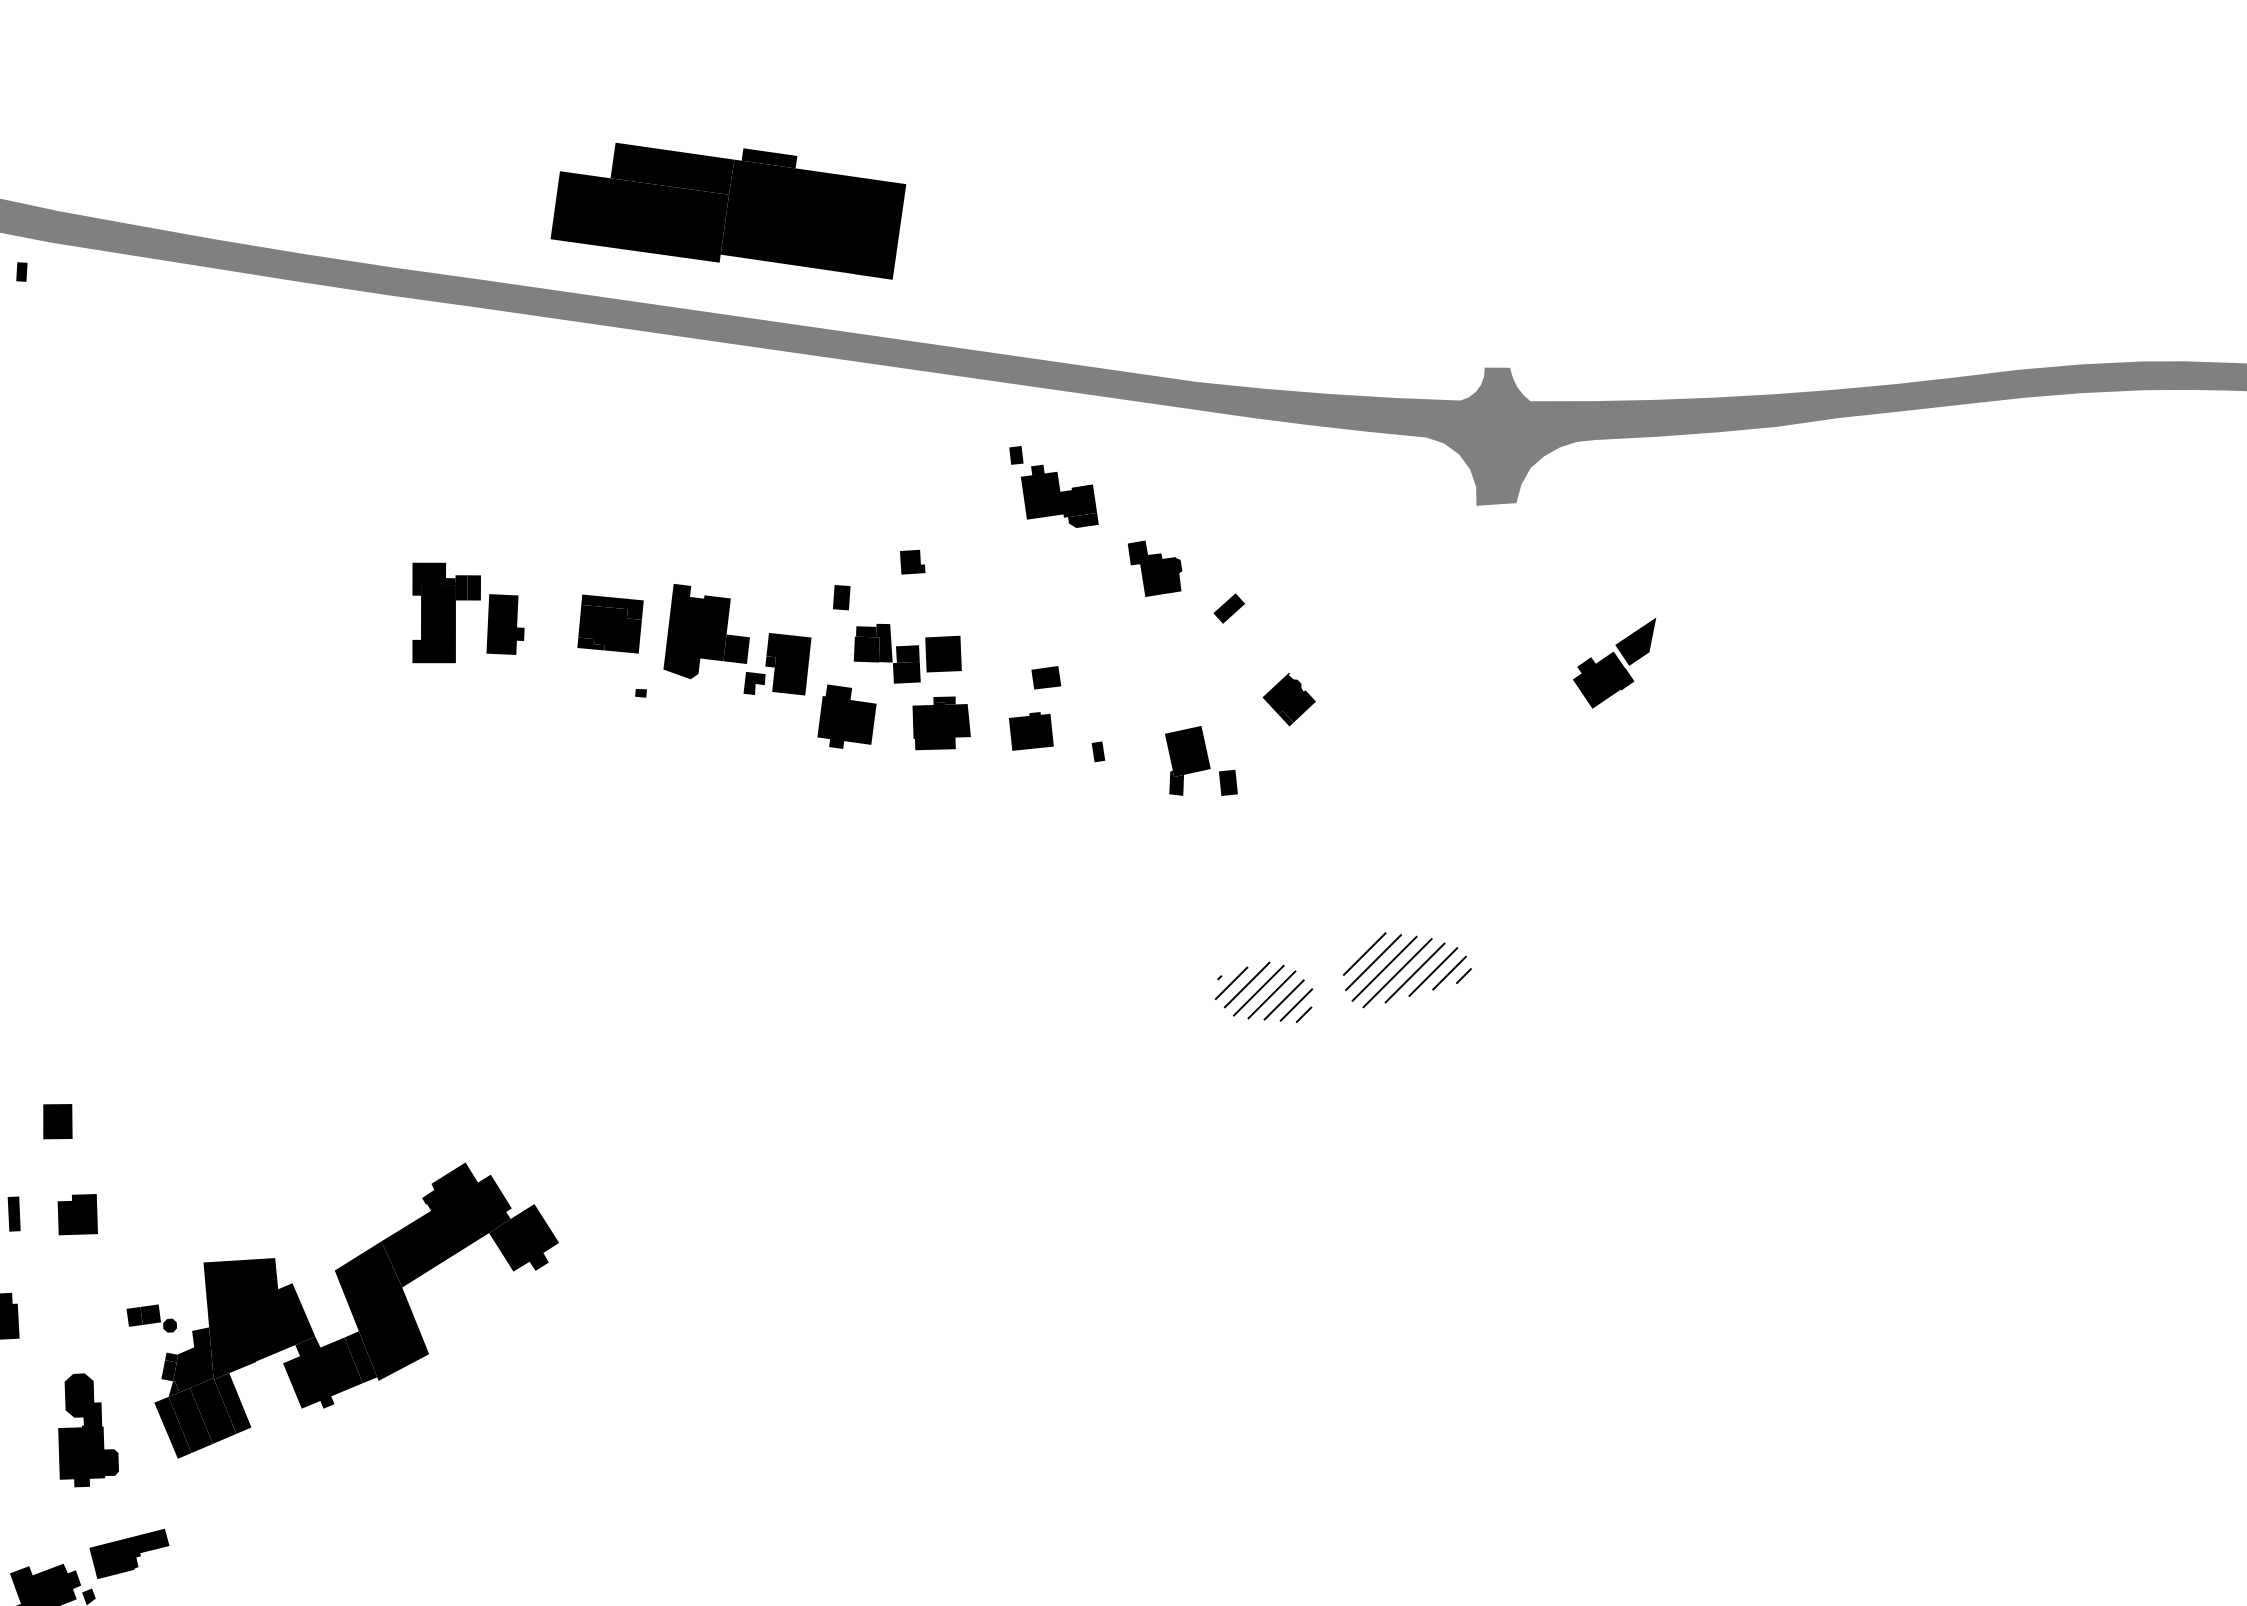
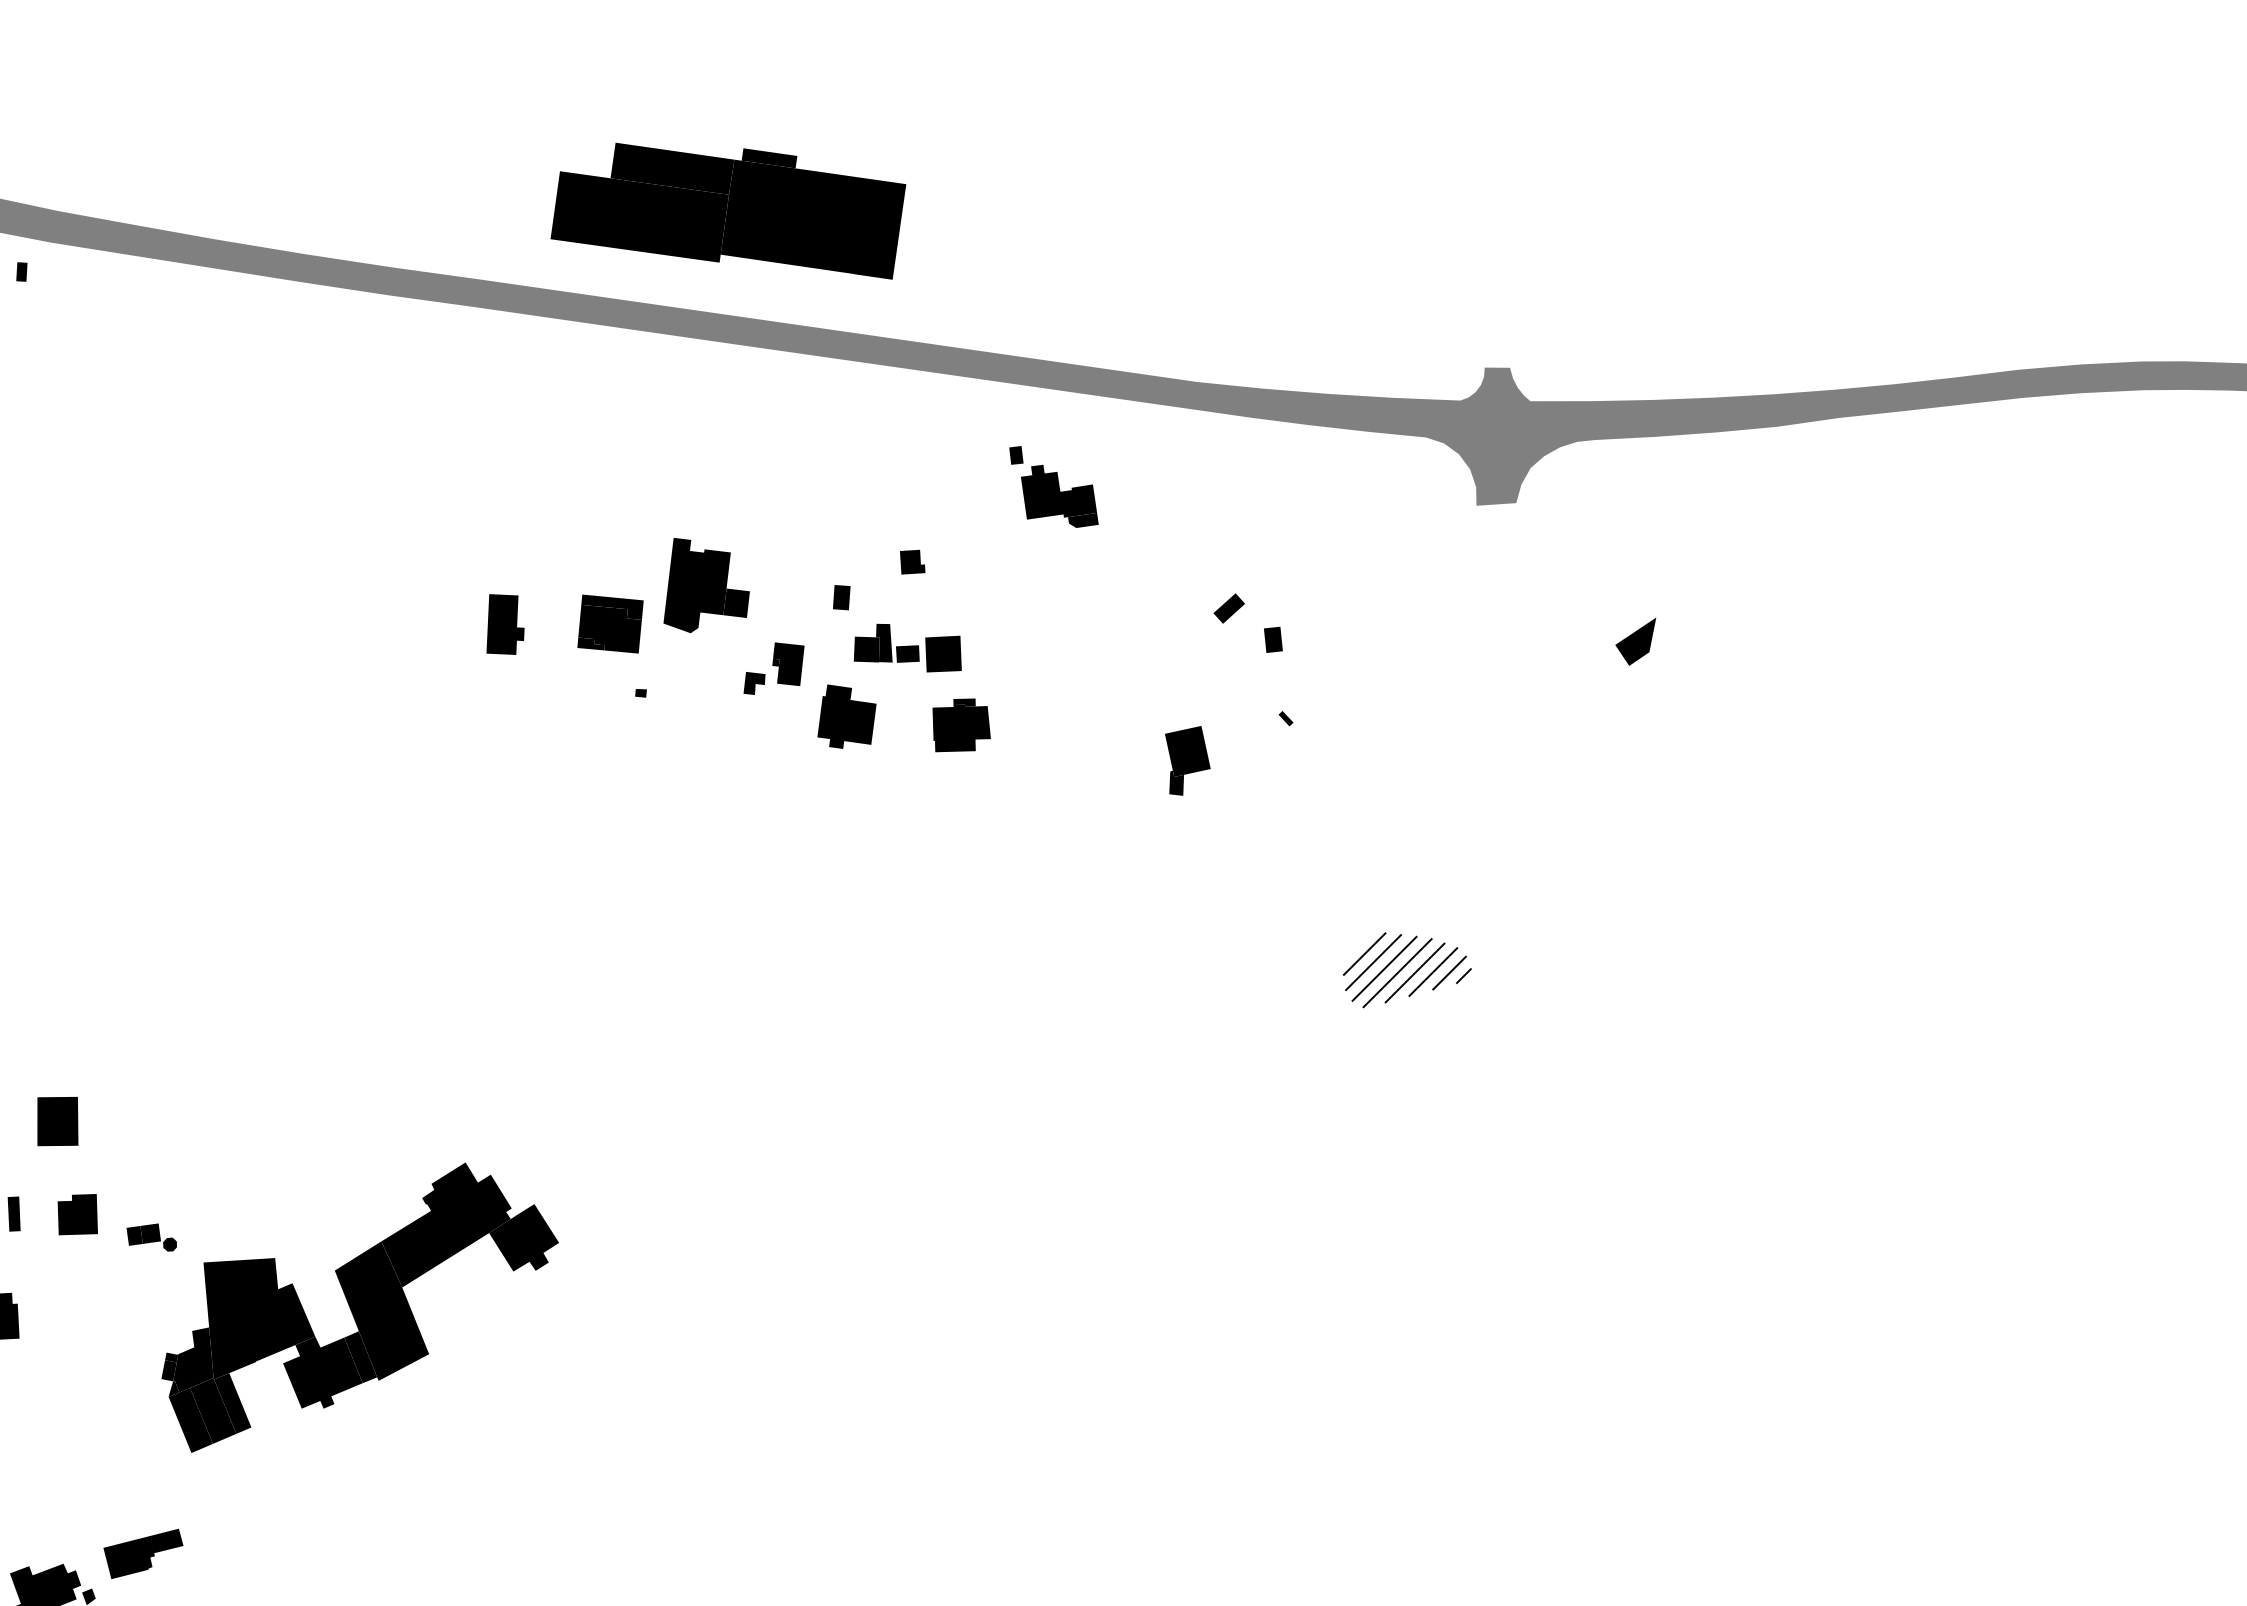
fill at (1154, 568): present -> none
part at (446, 612): present -> none
part at (706, 631) position: (706, 631) -> (706, 585)
fill at (866, 631): present -> none
part at (788, 664) size: 47x63 px -> 33x45 px
fill at (906, 672): present -> none
part at (1046, 677): present -> none
fill at (1603, 679): present -> none
fill at (1289, 697): present -> none
part at (941, 723) position: (941, 723) -> (961, 725)
part at (1031, 731): present -> none
fill at (1098, 751): present -> none
part at (1228, 782) position: (1228, 782) -> (1273, 639)
part at (1264, 991): present -> none
part at (57, 1121) size: 30x36 px -> 42x51 px
part at (151, 1318) position: (151, 1318) -> (151, 1237)
fill at (172, 1427): present -> none
part at (88, 1430): present -> none
part at (129, 1553) position: (129, 1553) -> (143, 1553)
